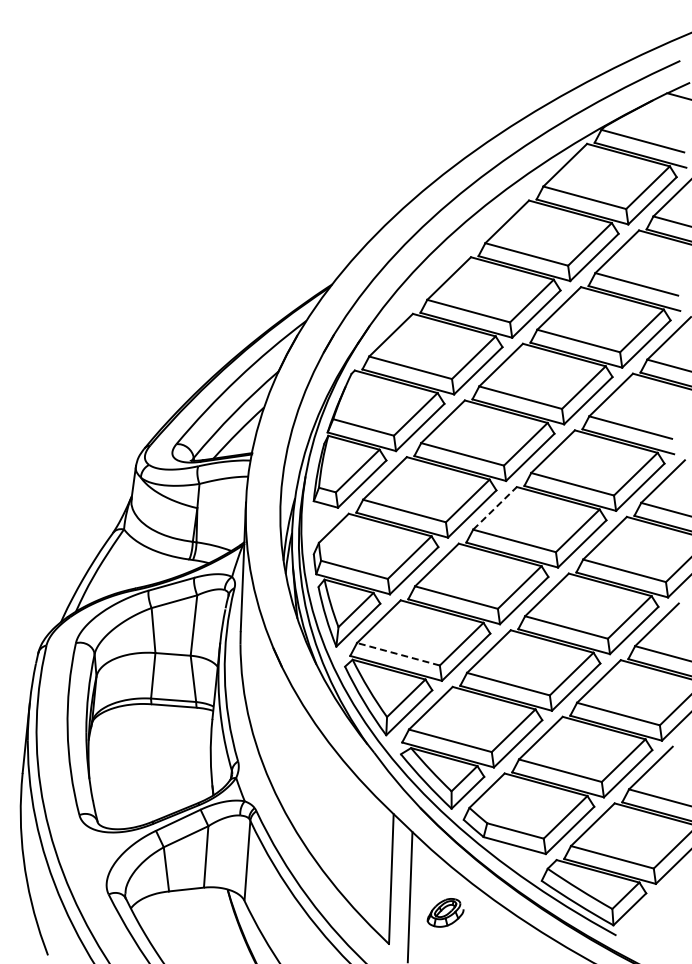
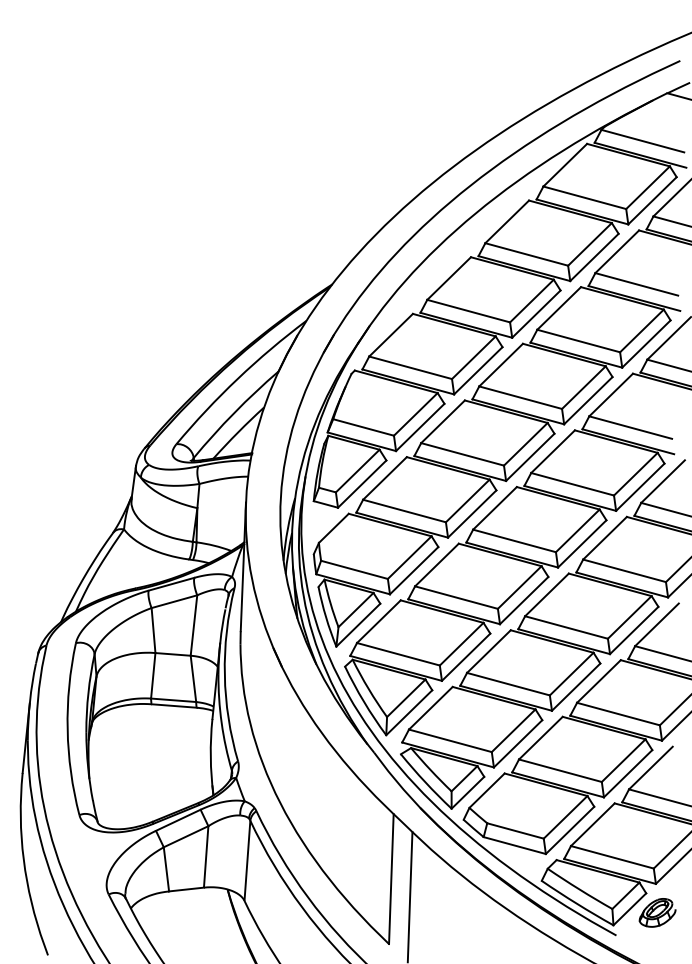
line at (495, 508): dashed -> solid
line at (398, 654): dashed -> solid
part at (445, 912) position: (445, 912) -> (657, 912)
